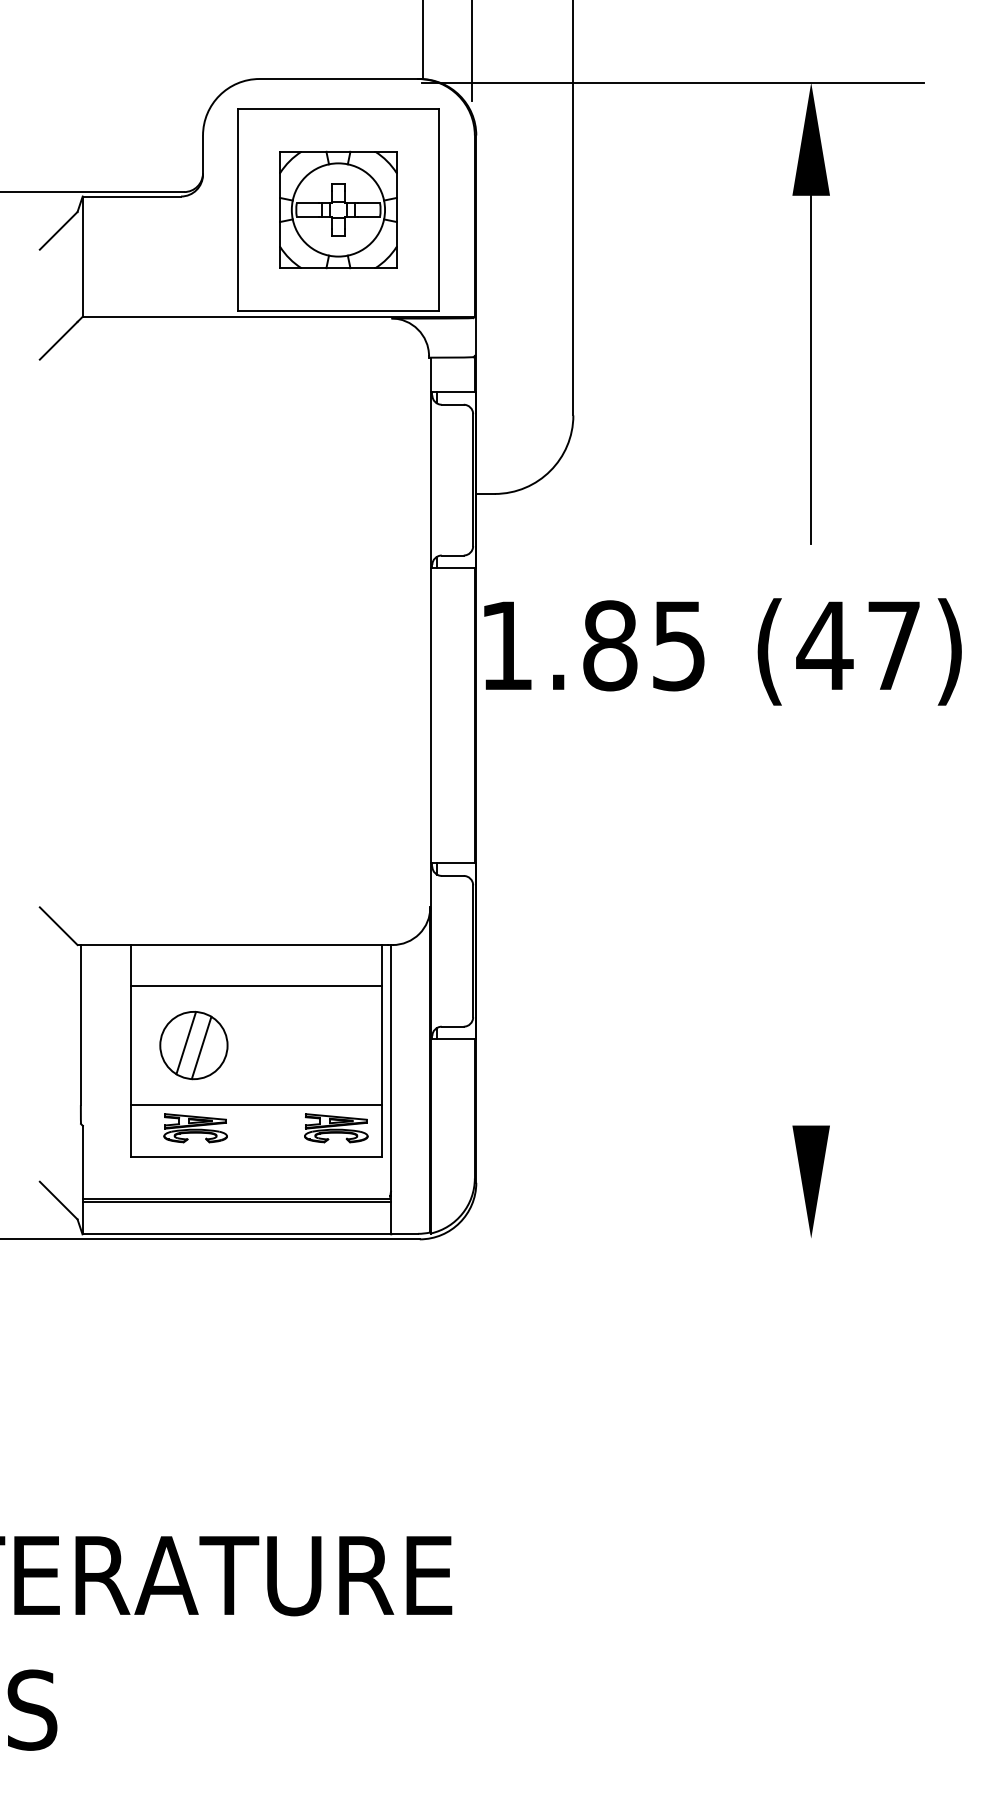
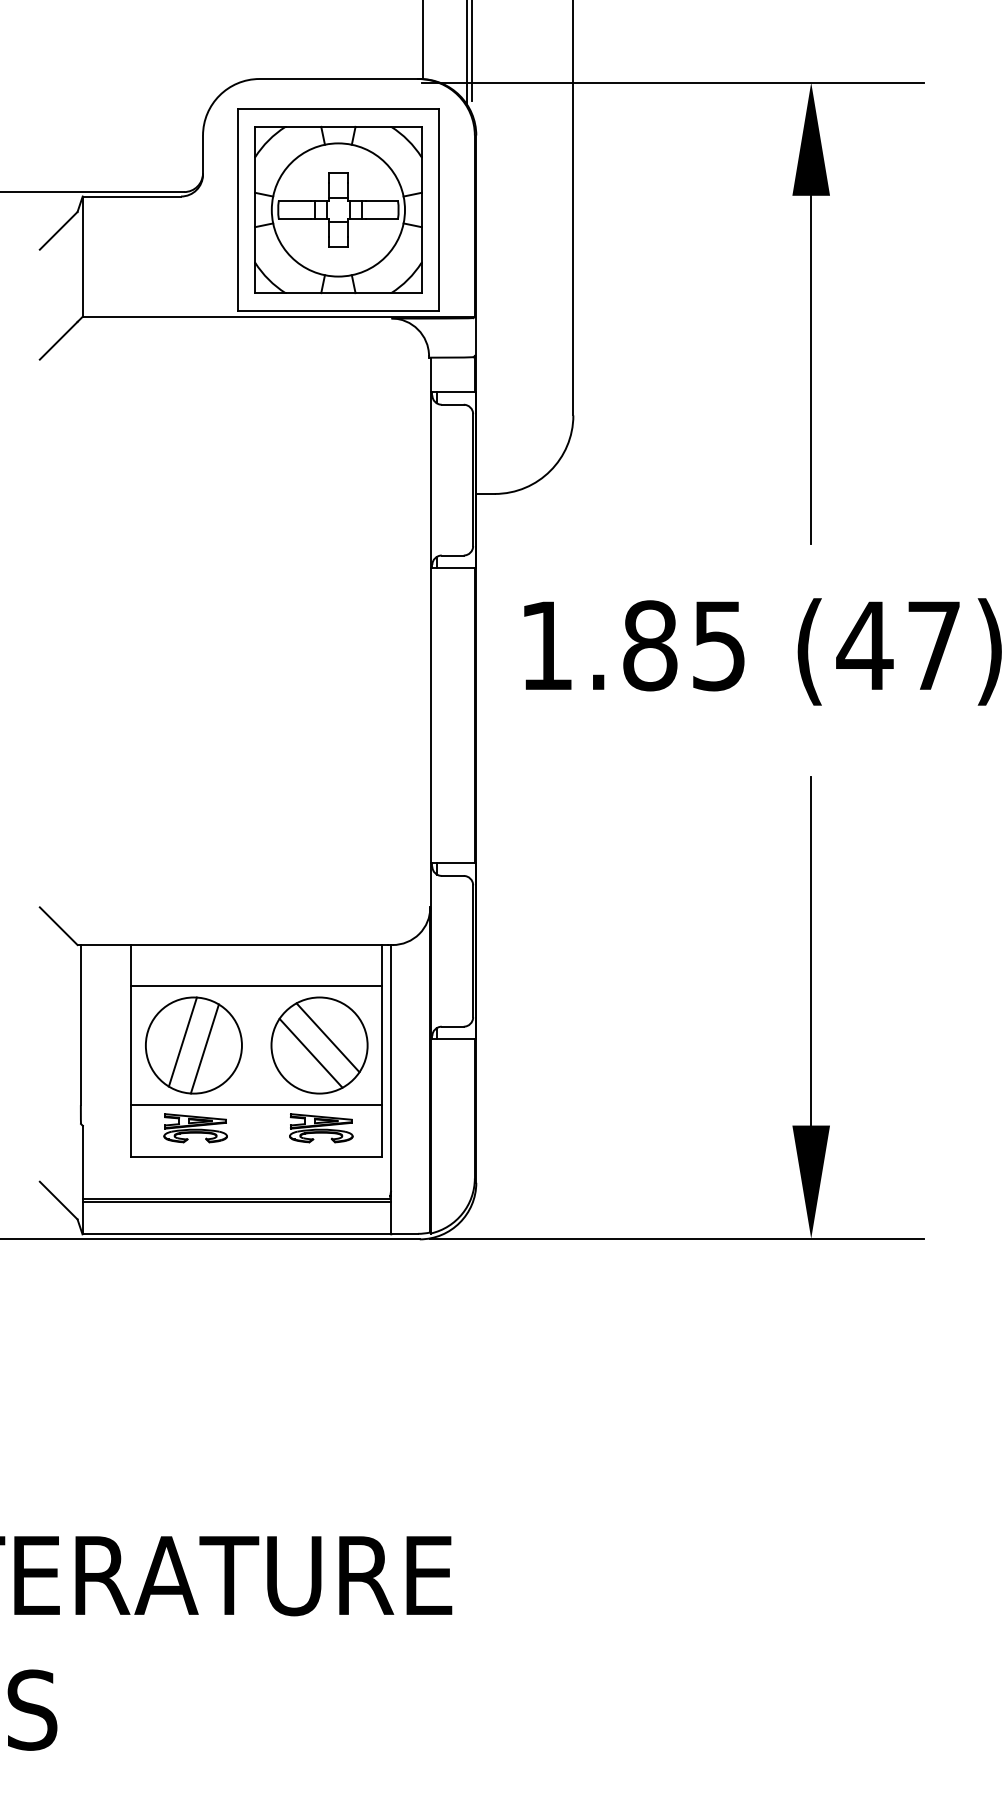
line at (466, 52): none -> present
part at (338, 209) size: 119x120 px -> 169x170 px
text at (722, 651) position: (722, 651) -> (762, 651)
line at (811, 951): none -> present
part at (193, 1045) size: 70x71 px -> 98x99 px
part at (319, 1045): none -> present
part at (336, 1128) position: (336, 1128) -> (321, 1128)
line at (676, 1238): none -> present
